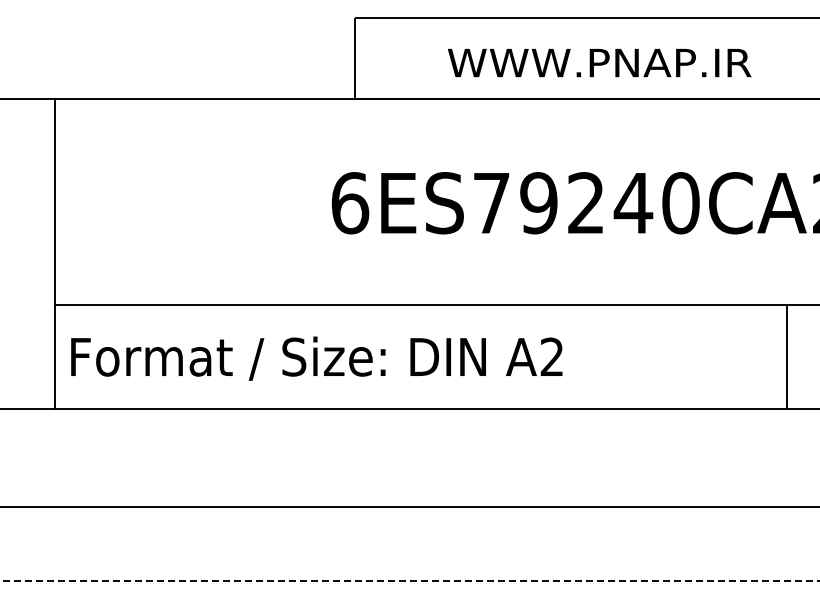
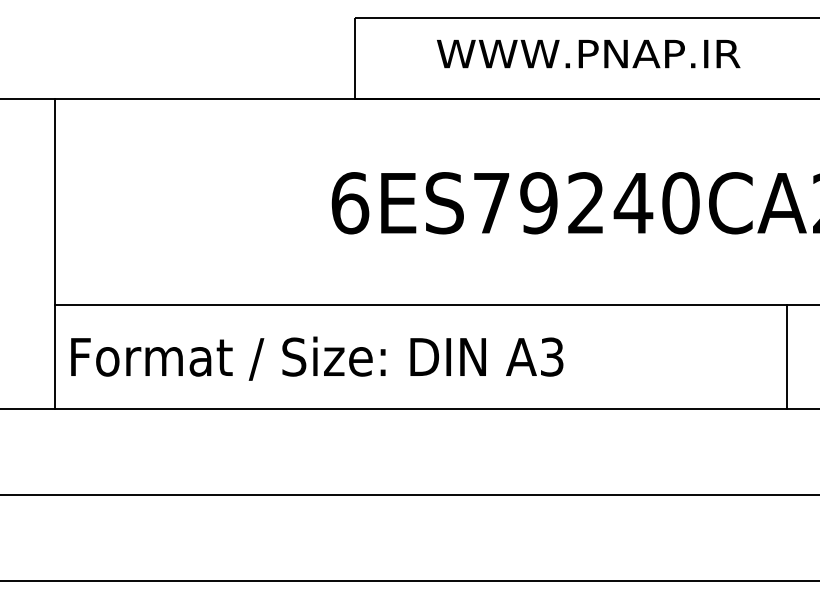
text at (599, 63) position: (599, 63) -> (588, 54)
text at (551, 356): A2 -> A3
line at (409, 506) position: (409, 506) -> (409, 494)
line at (410, 580): dashed -> solid
